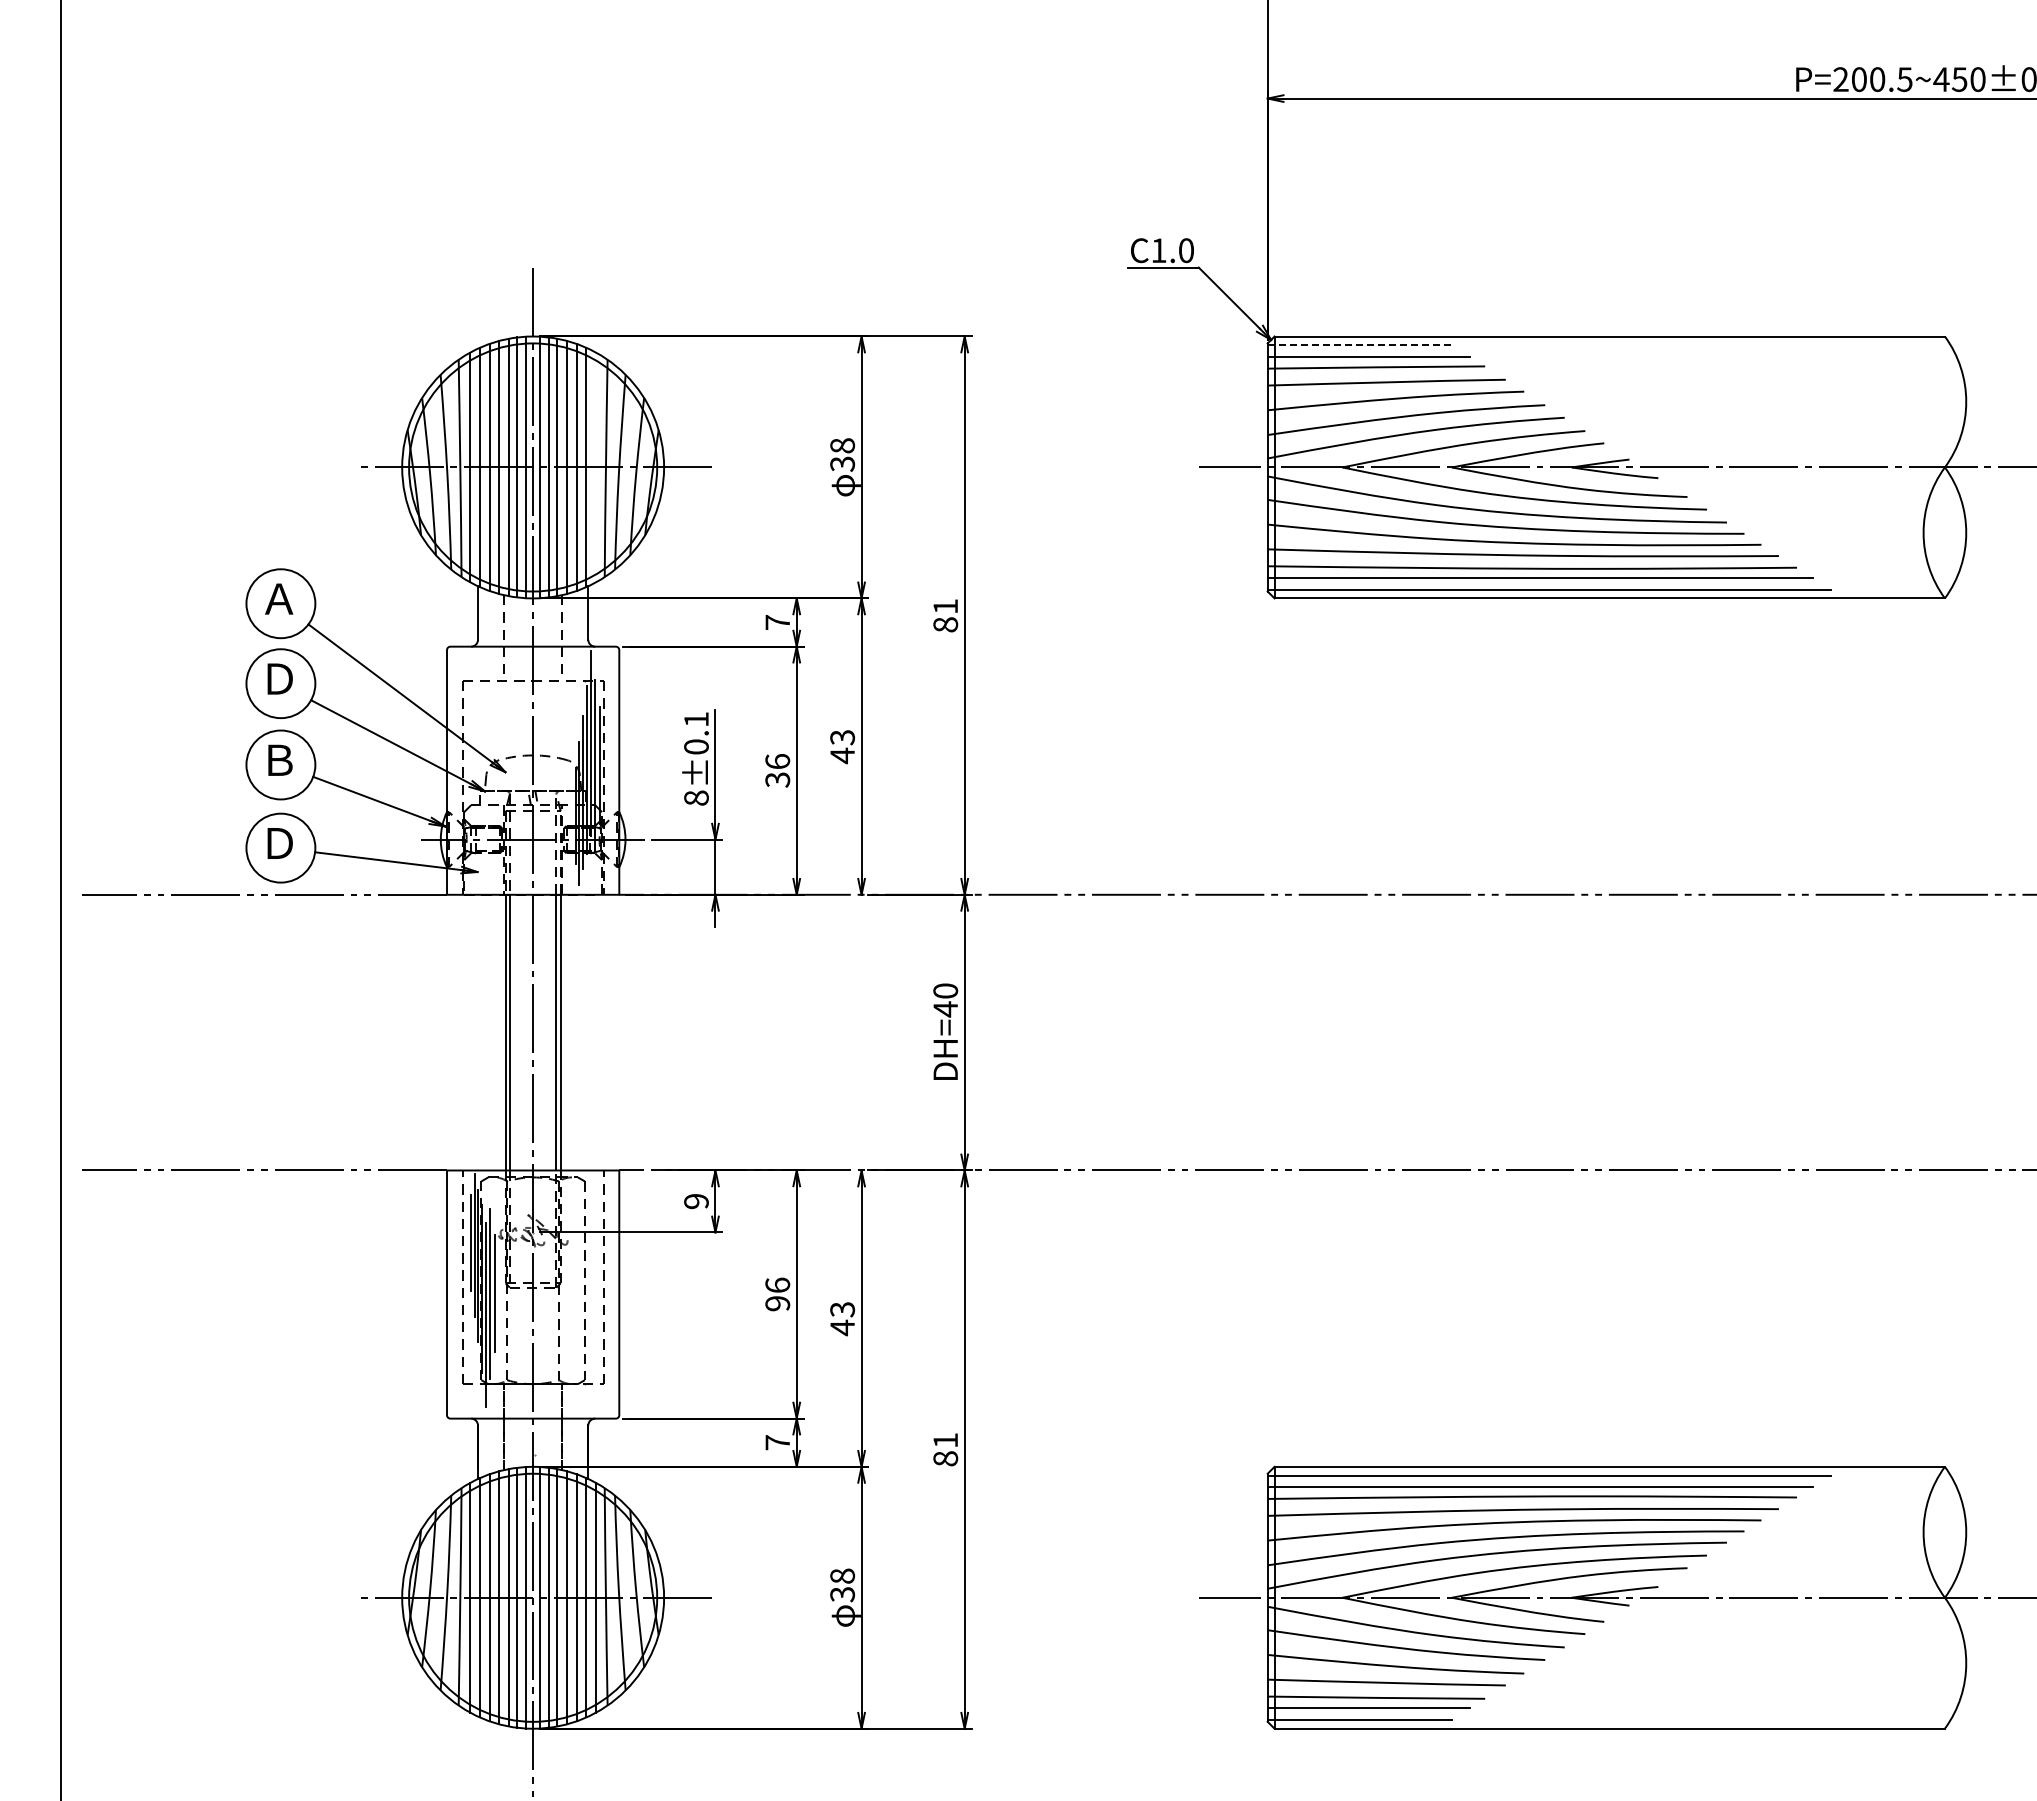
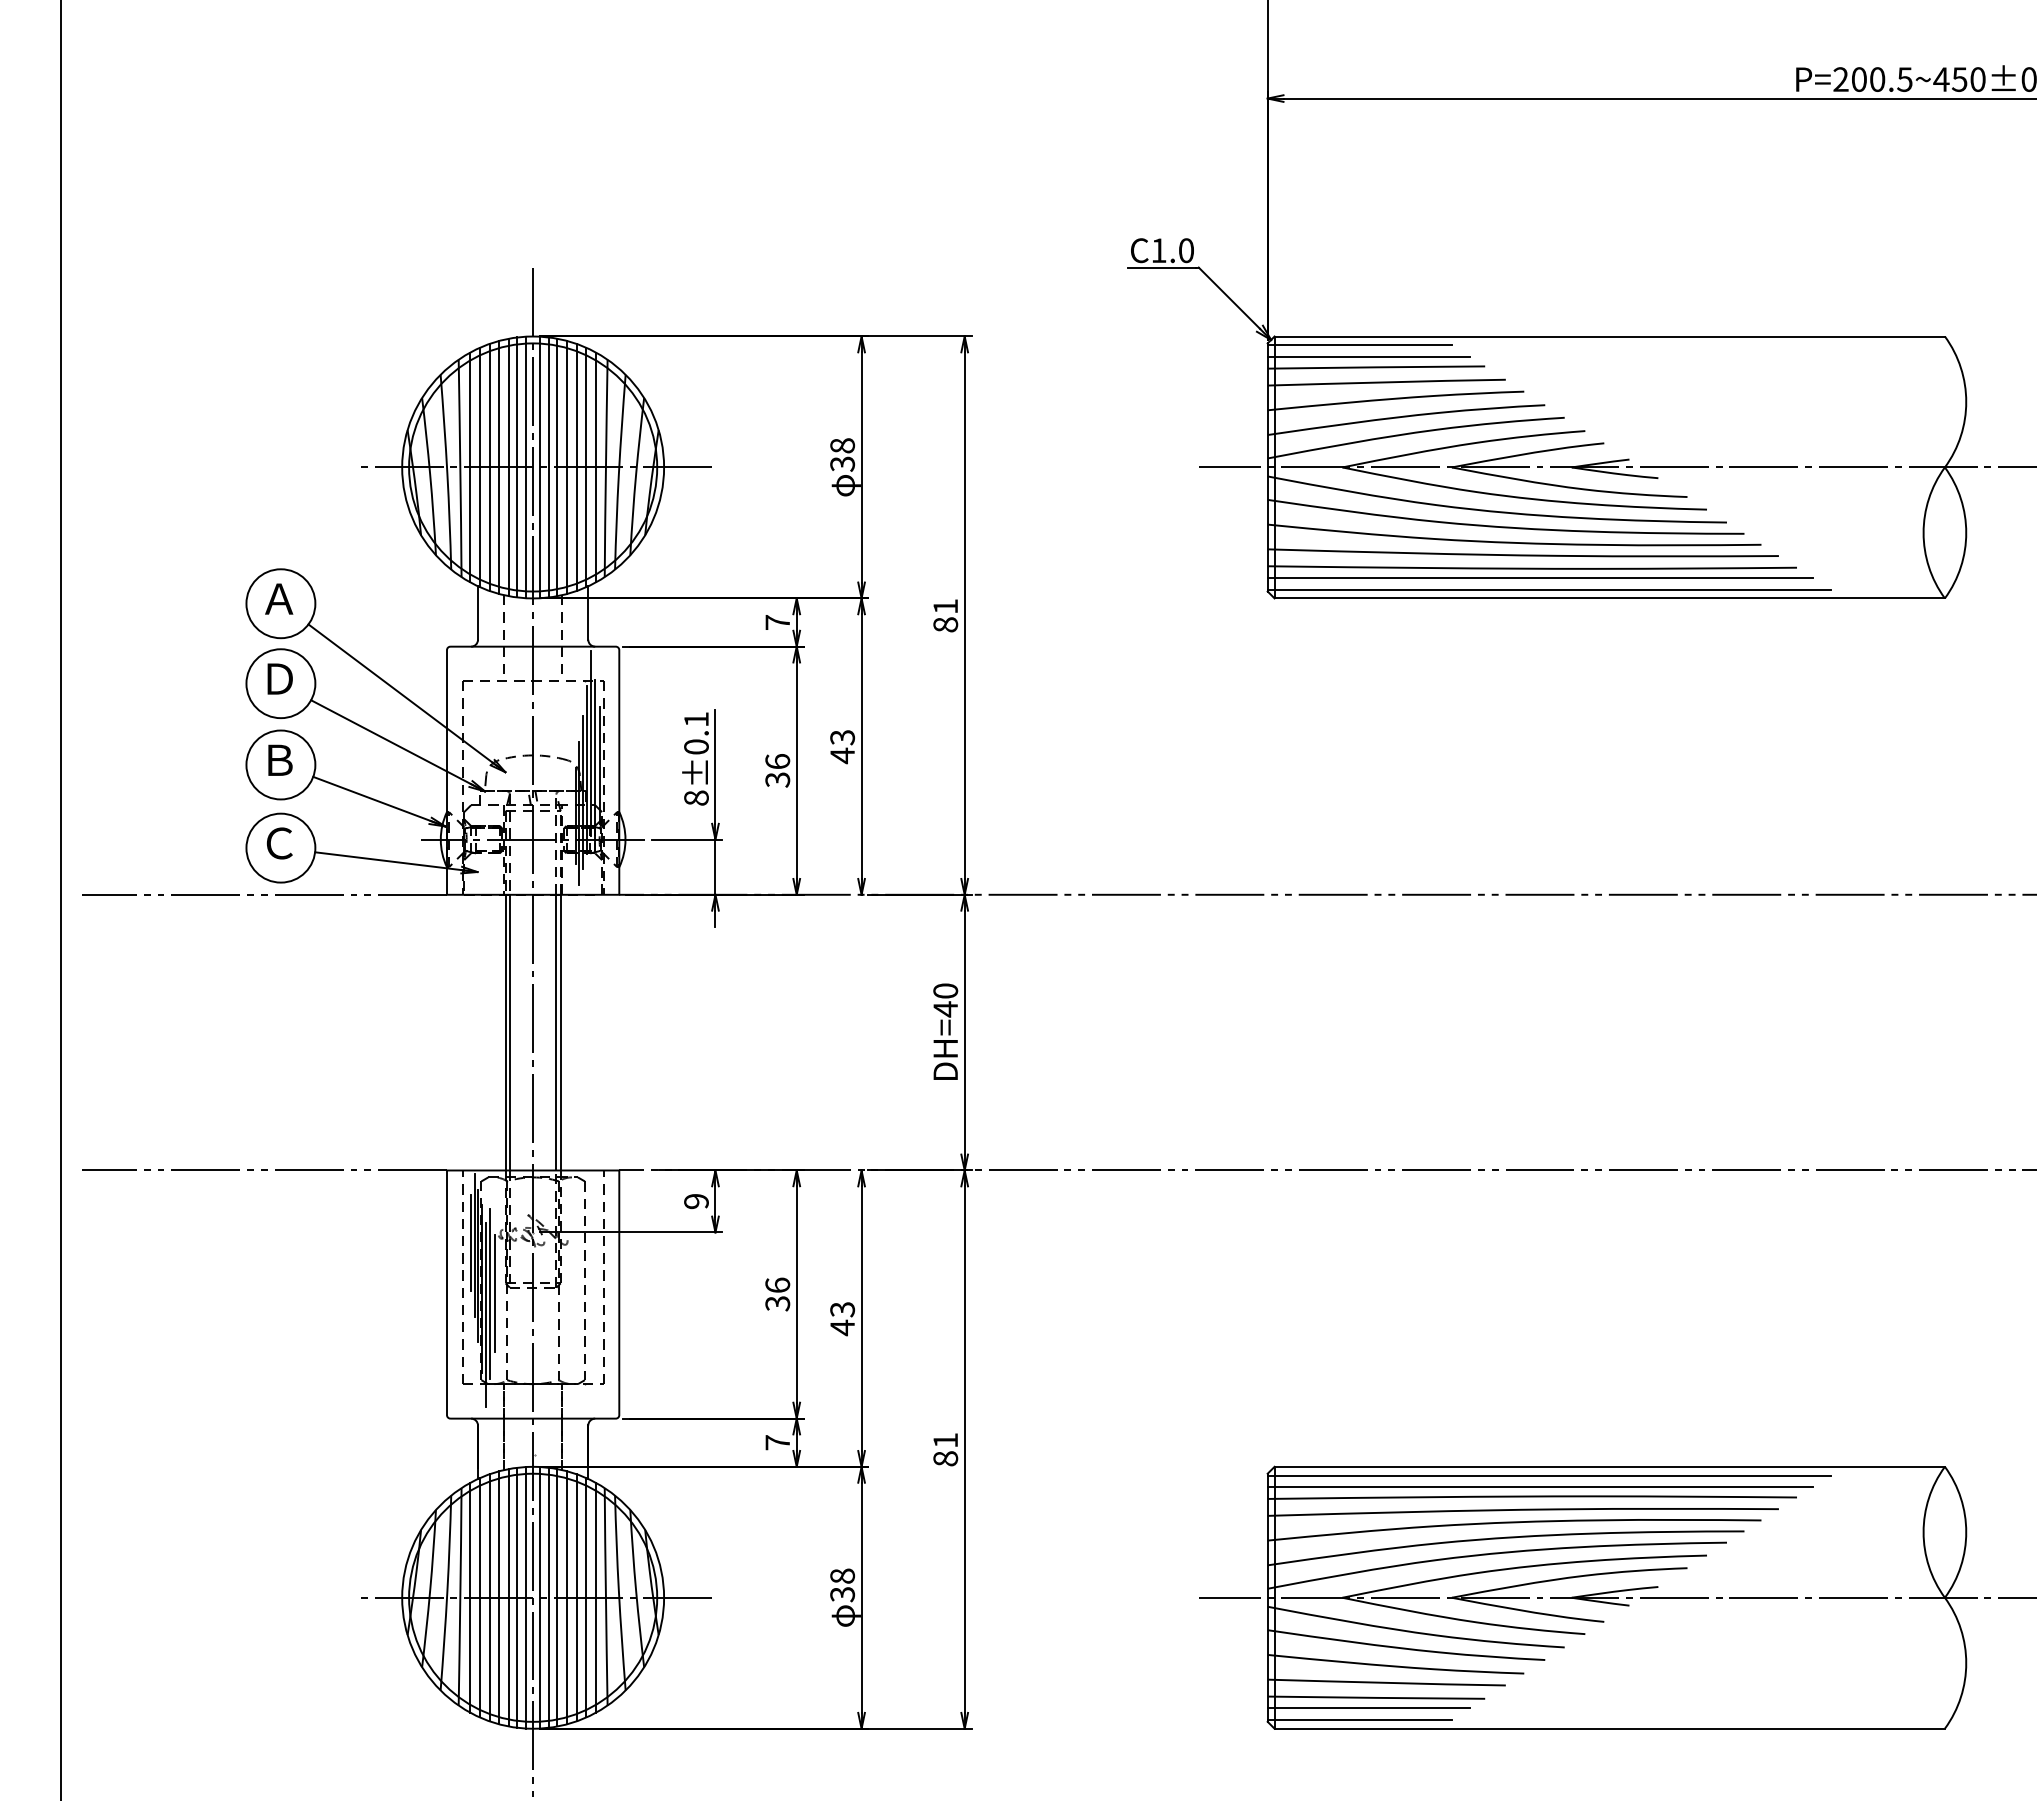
line at (1360, 345): dashed -> solid
line at (595, 467): none -> present
text at (279, 843): Ｄ -> Ｃ
text at (777, 1303): 96 -> 36
